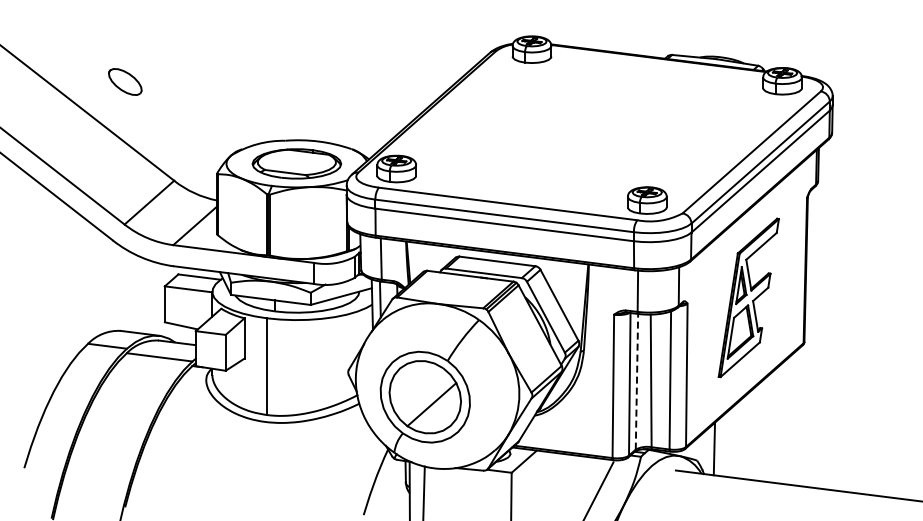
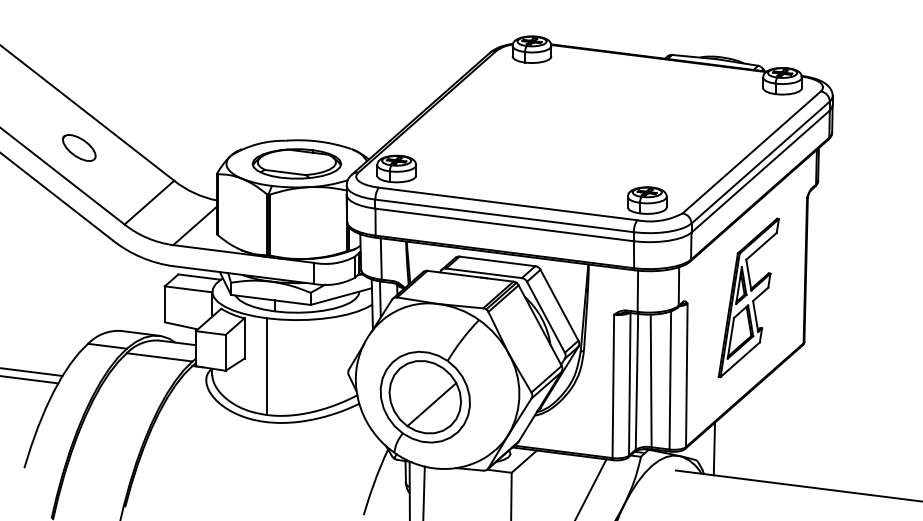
part at (125, 81) position: (125, 81) -> (79, 147)
line at (32, 371): none -> present
line at (30, 379): none -> present
line at (636, 381): dashed -> solid
line at (599, 489) position: (599, 489) -> (591, 488)
